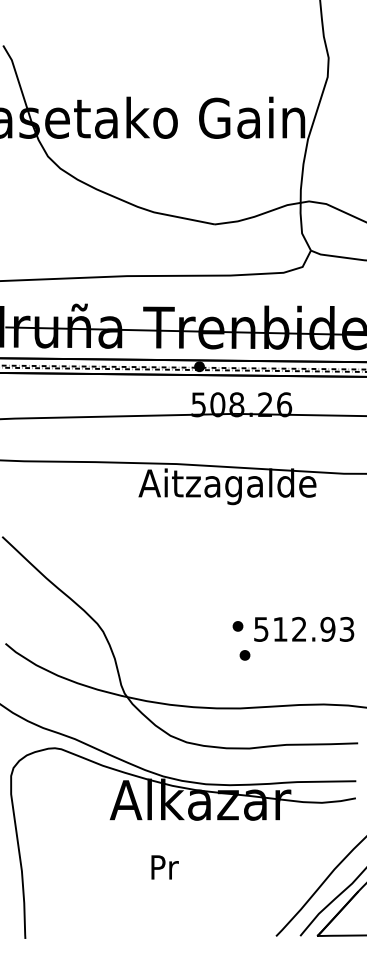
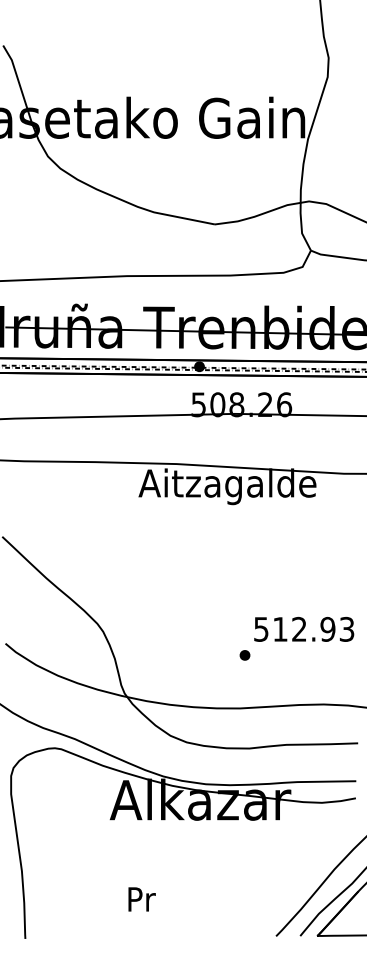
part at (237, 626): present -> none
text at (164, 867) position: (164, 867) -> (141, 899)
